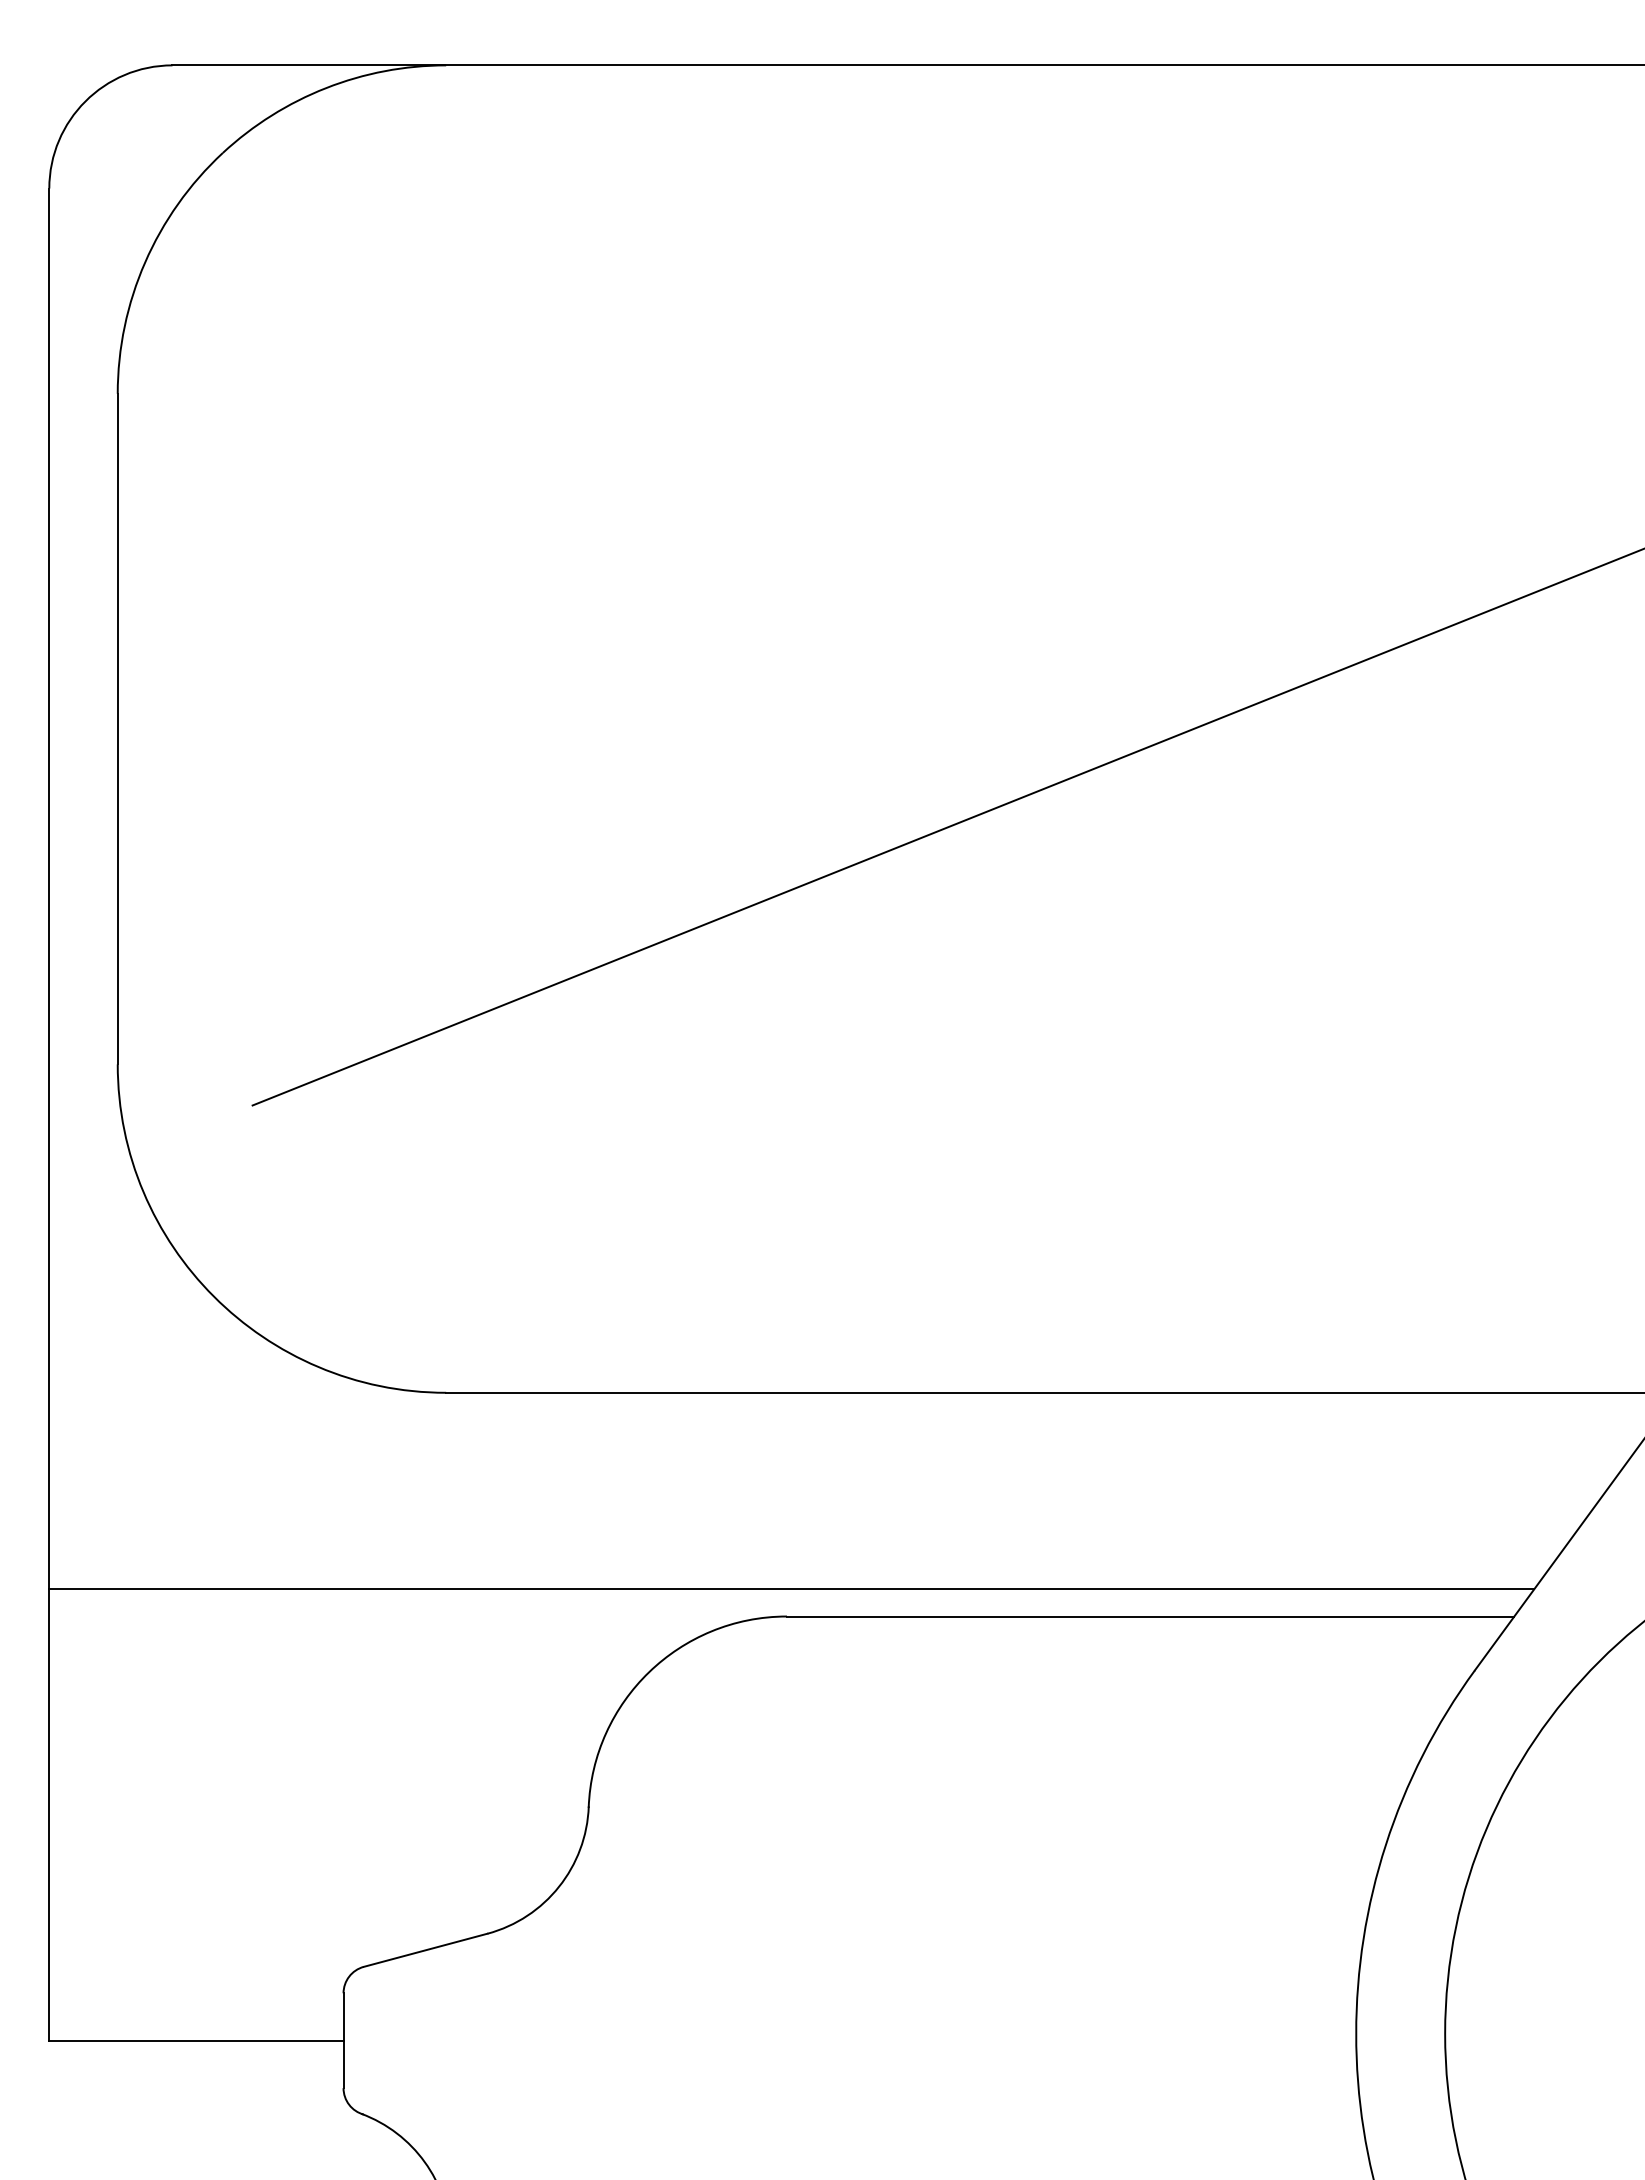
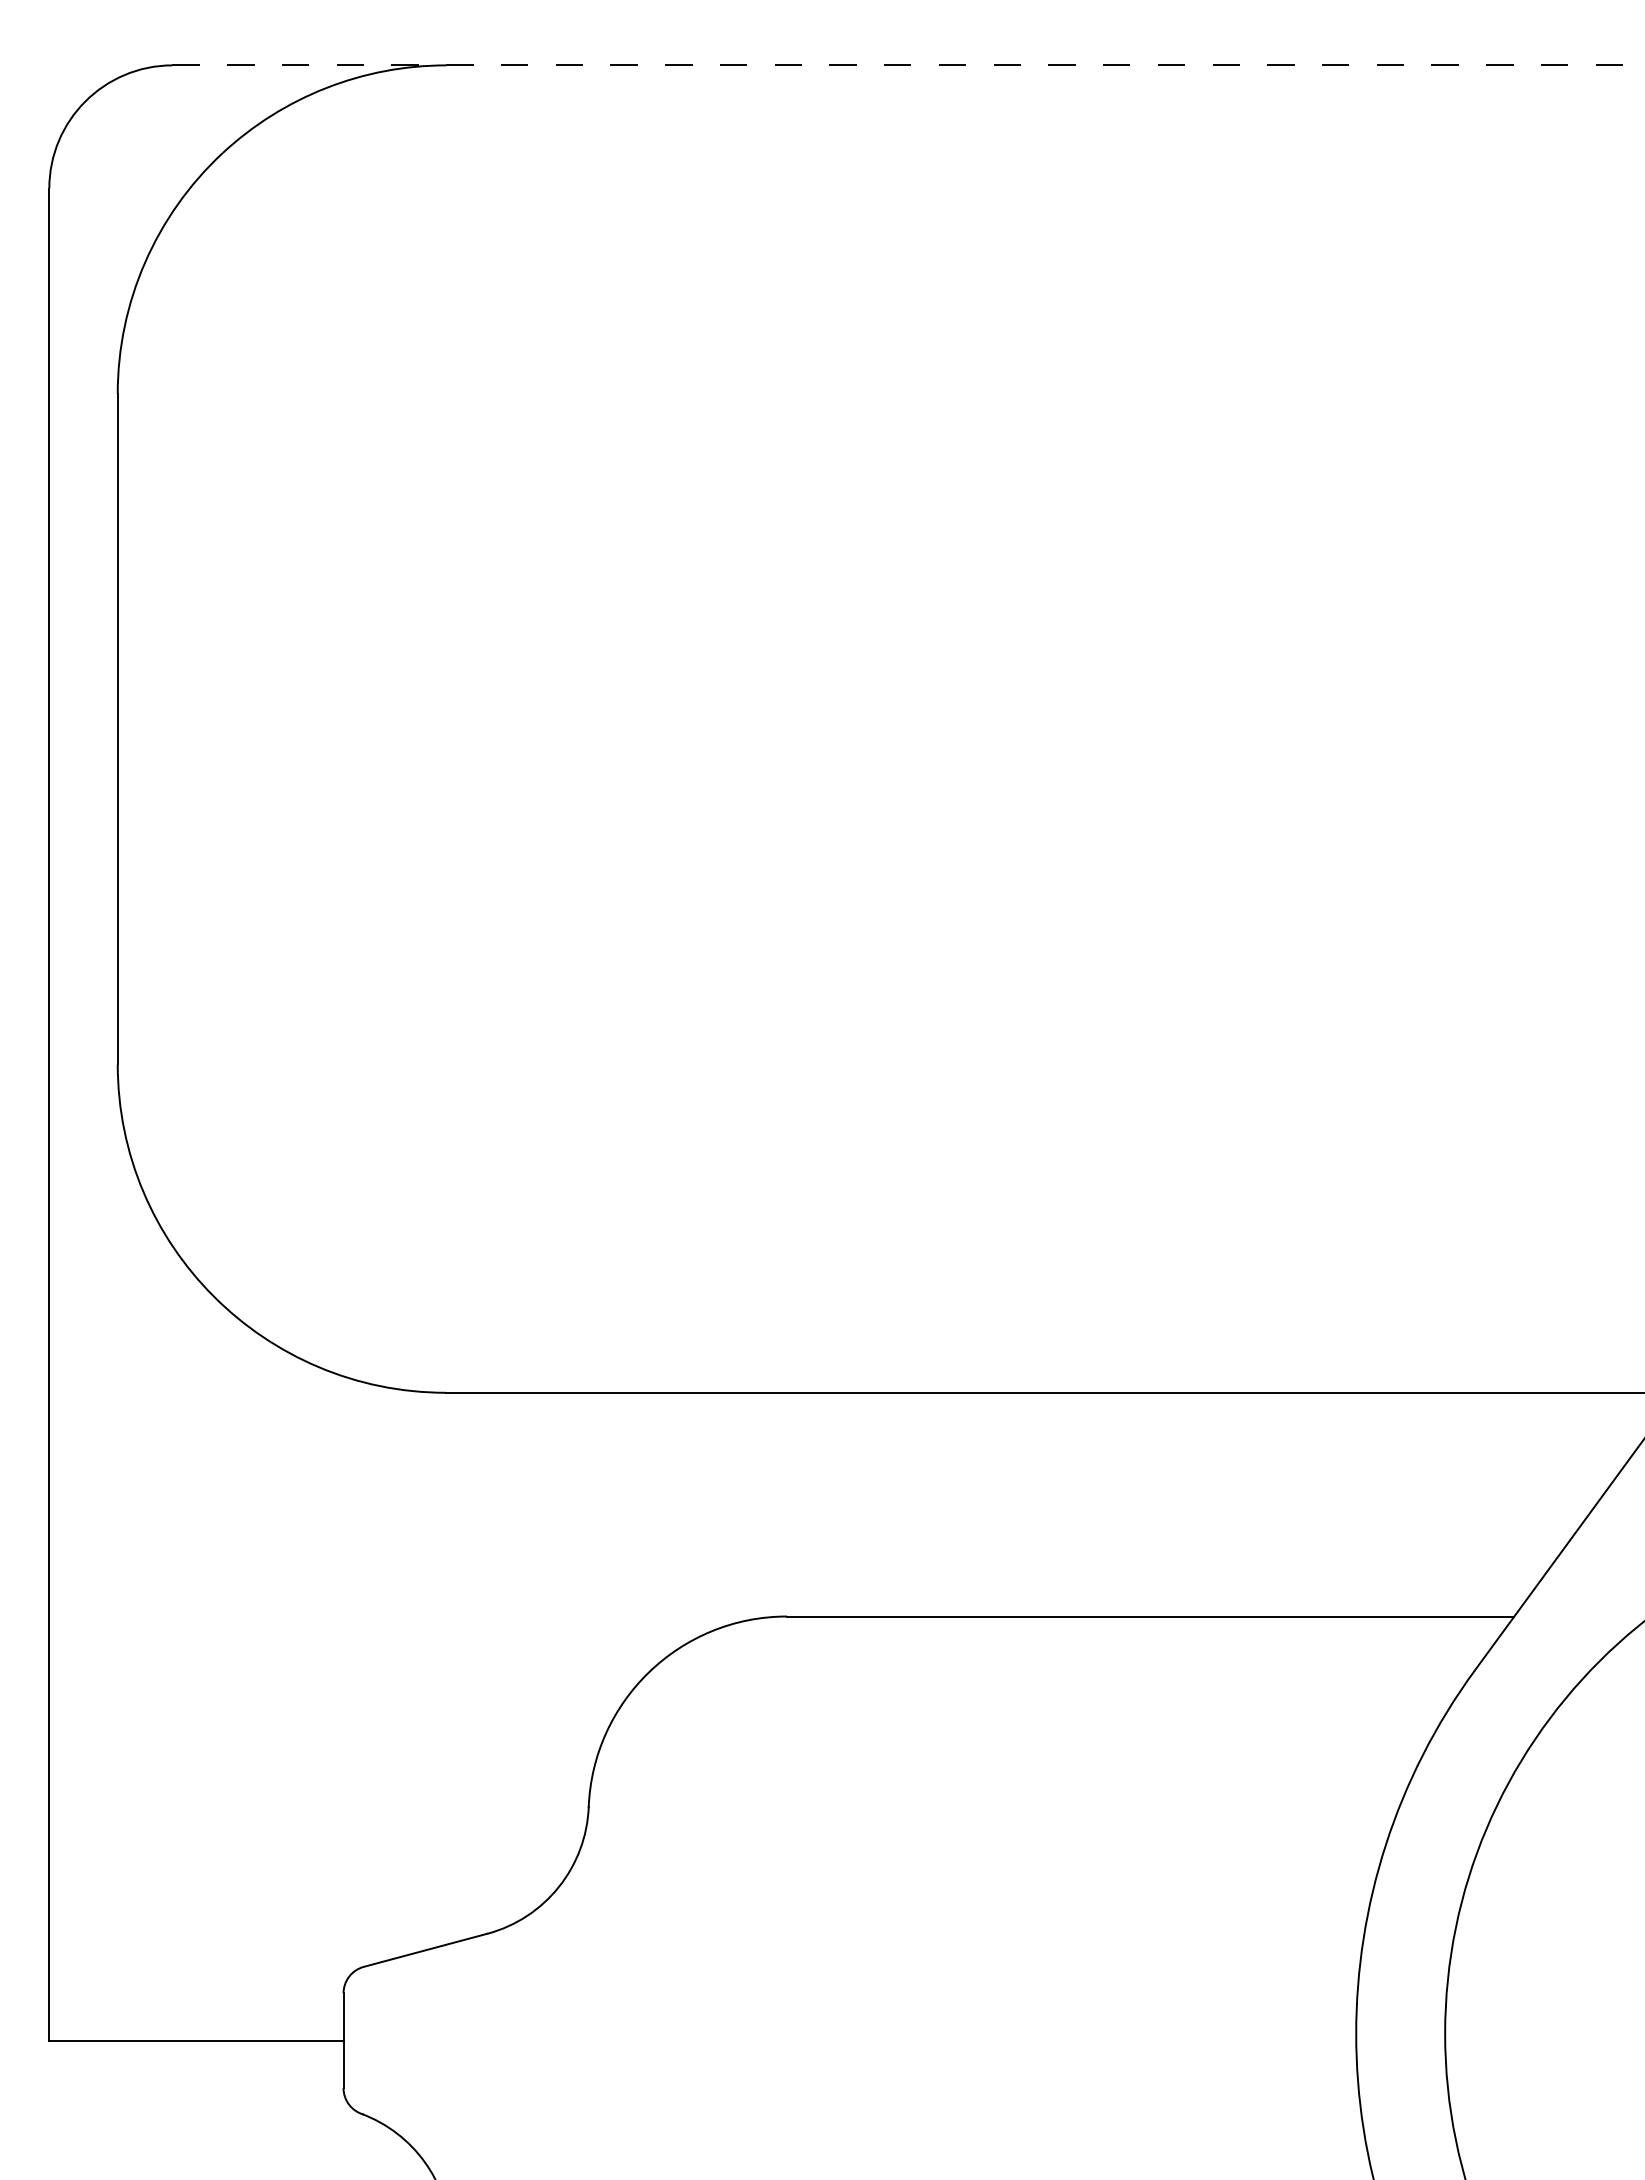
line at (908, 65): solid -> dashed
line at (946, 827): present -> none
line at (791, 1589): present -> none
